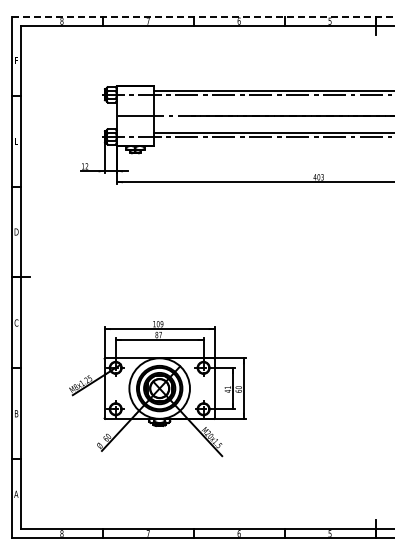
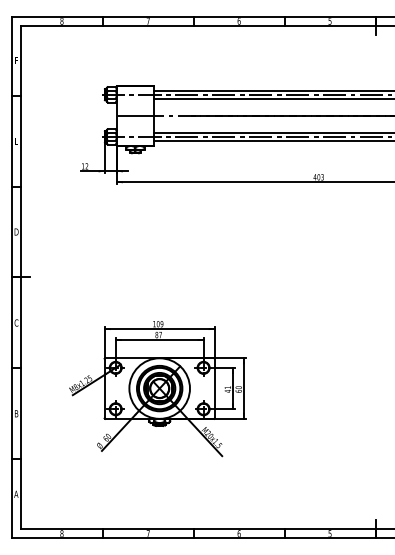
line at (203, 16): dashed -> solid
line at (272, 98): none -> present
line at (272, 141): none -> present
